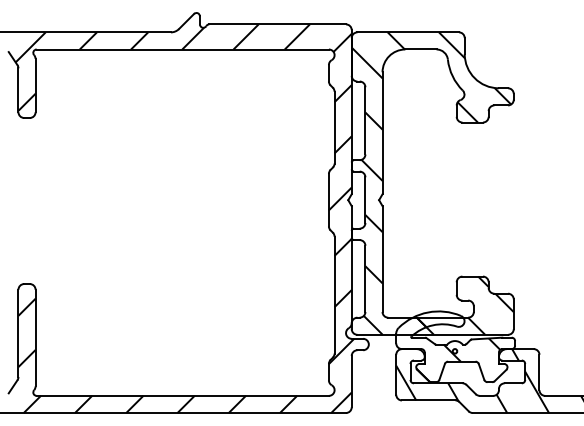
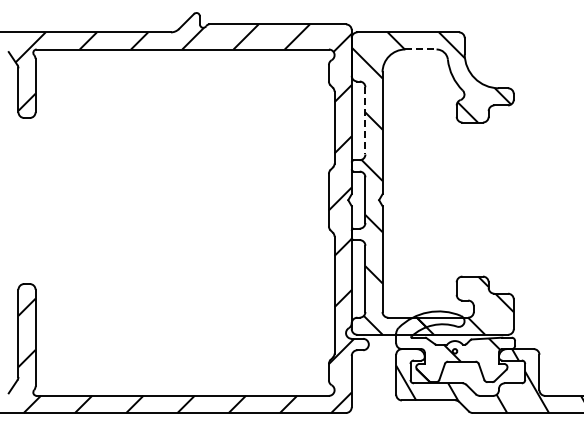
line at (420, 49): solid -> dashed
line at (365, 120): solid -> dashed
